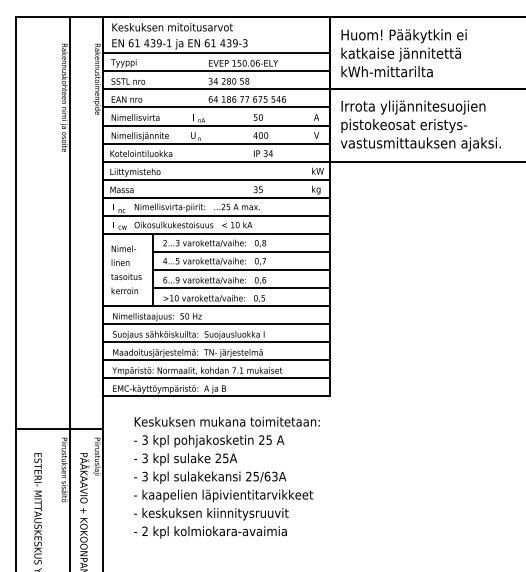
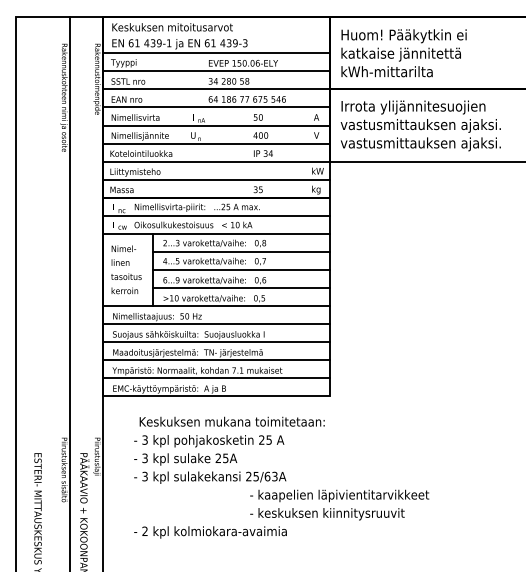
text at (420, 125): pistokeosat eristys- -> vastusmittauksen ajaksi.
text at (226, 421) position: (226, 421) -> (231, 421)
line at (59, 429): present -> none
text at (223, 504) position: (223, 504) -> (339, 504)
